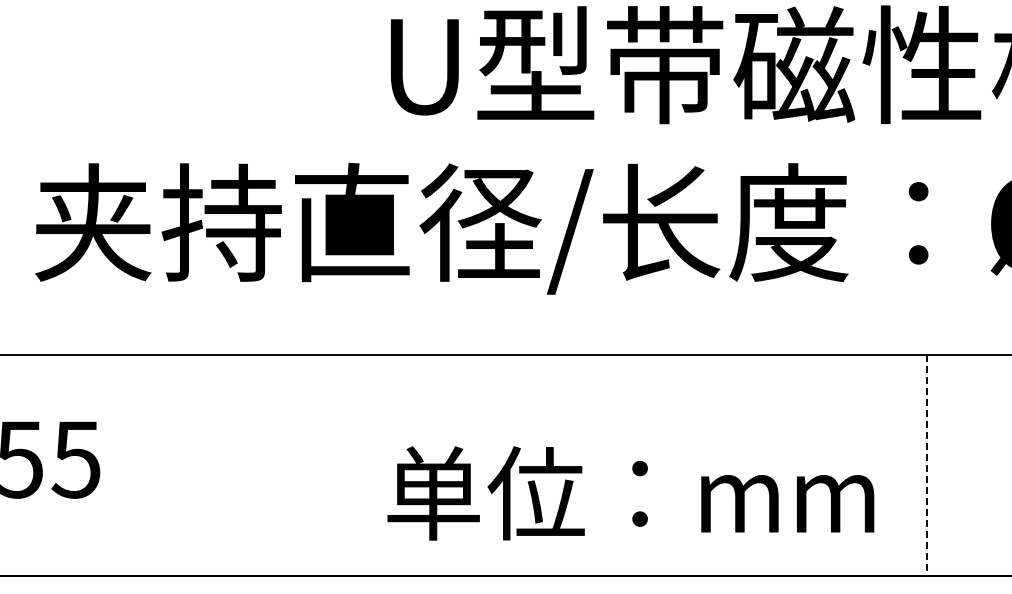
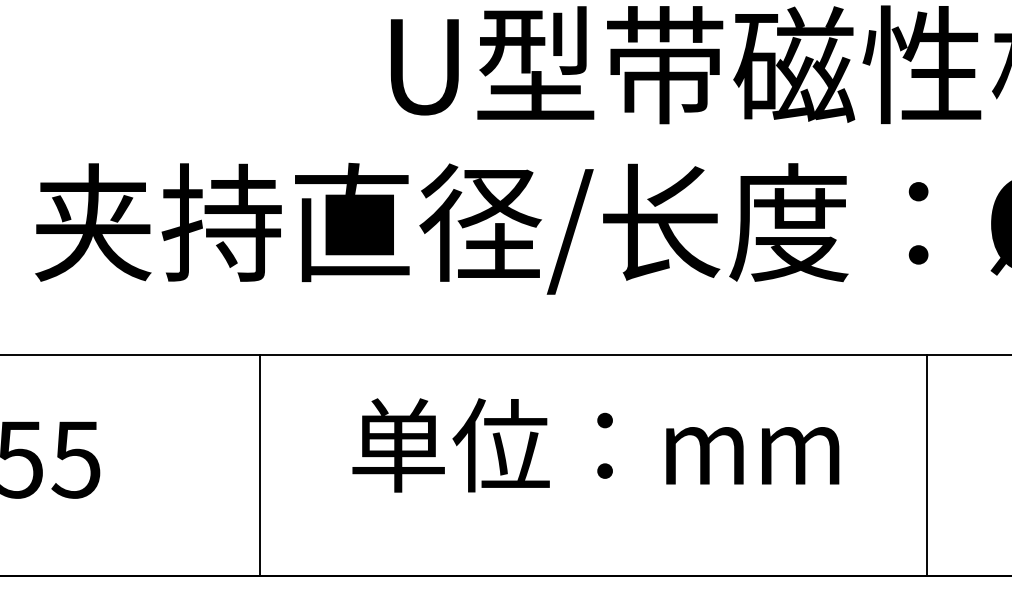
line at (259, 465): none -> present
line at (927, 465): dashed -> solid
text at (630, 493) position: (630, 493) -> (595, 445)
